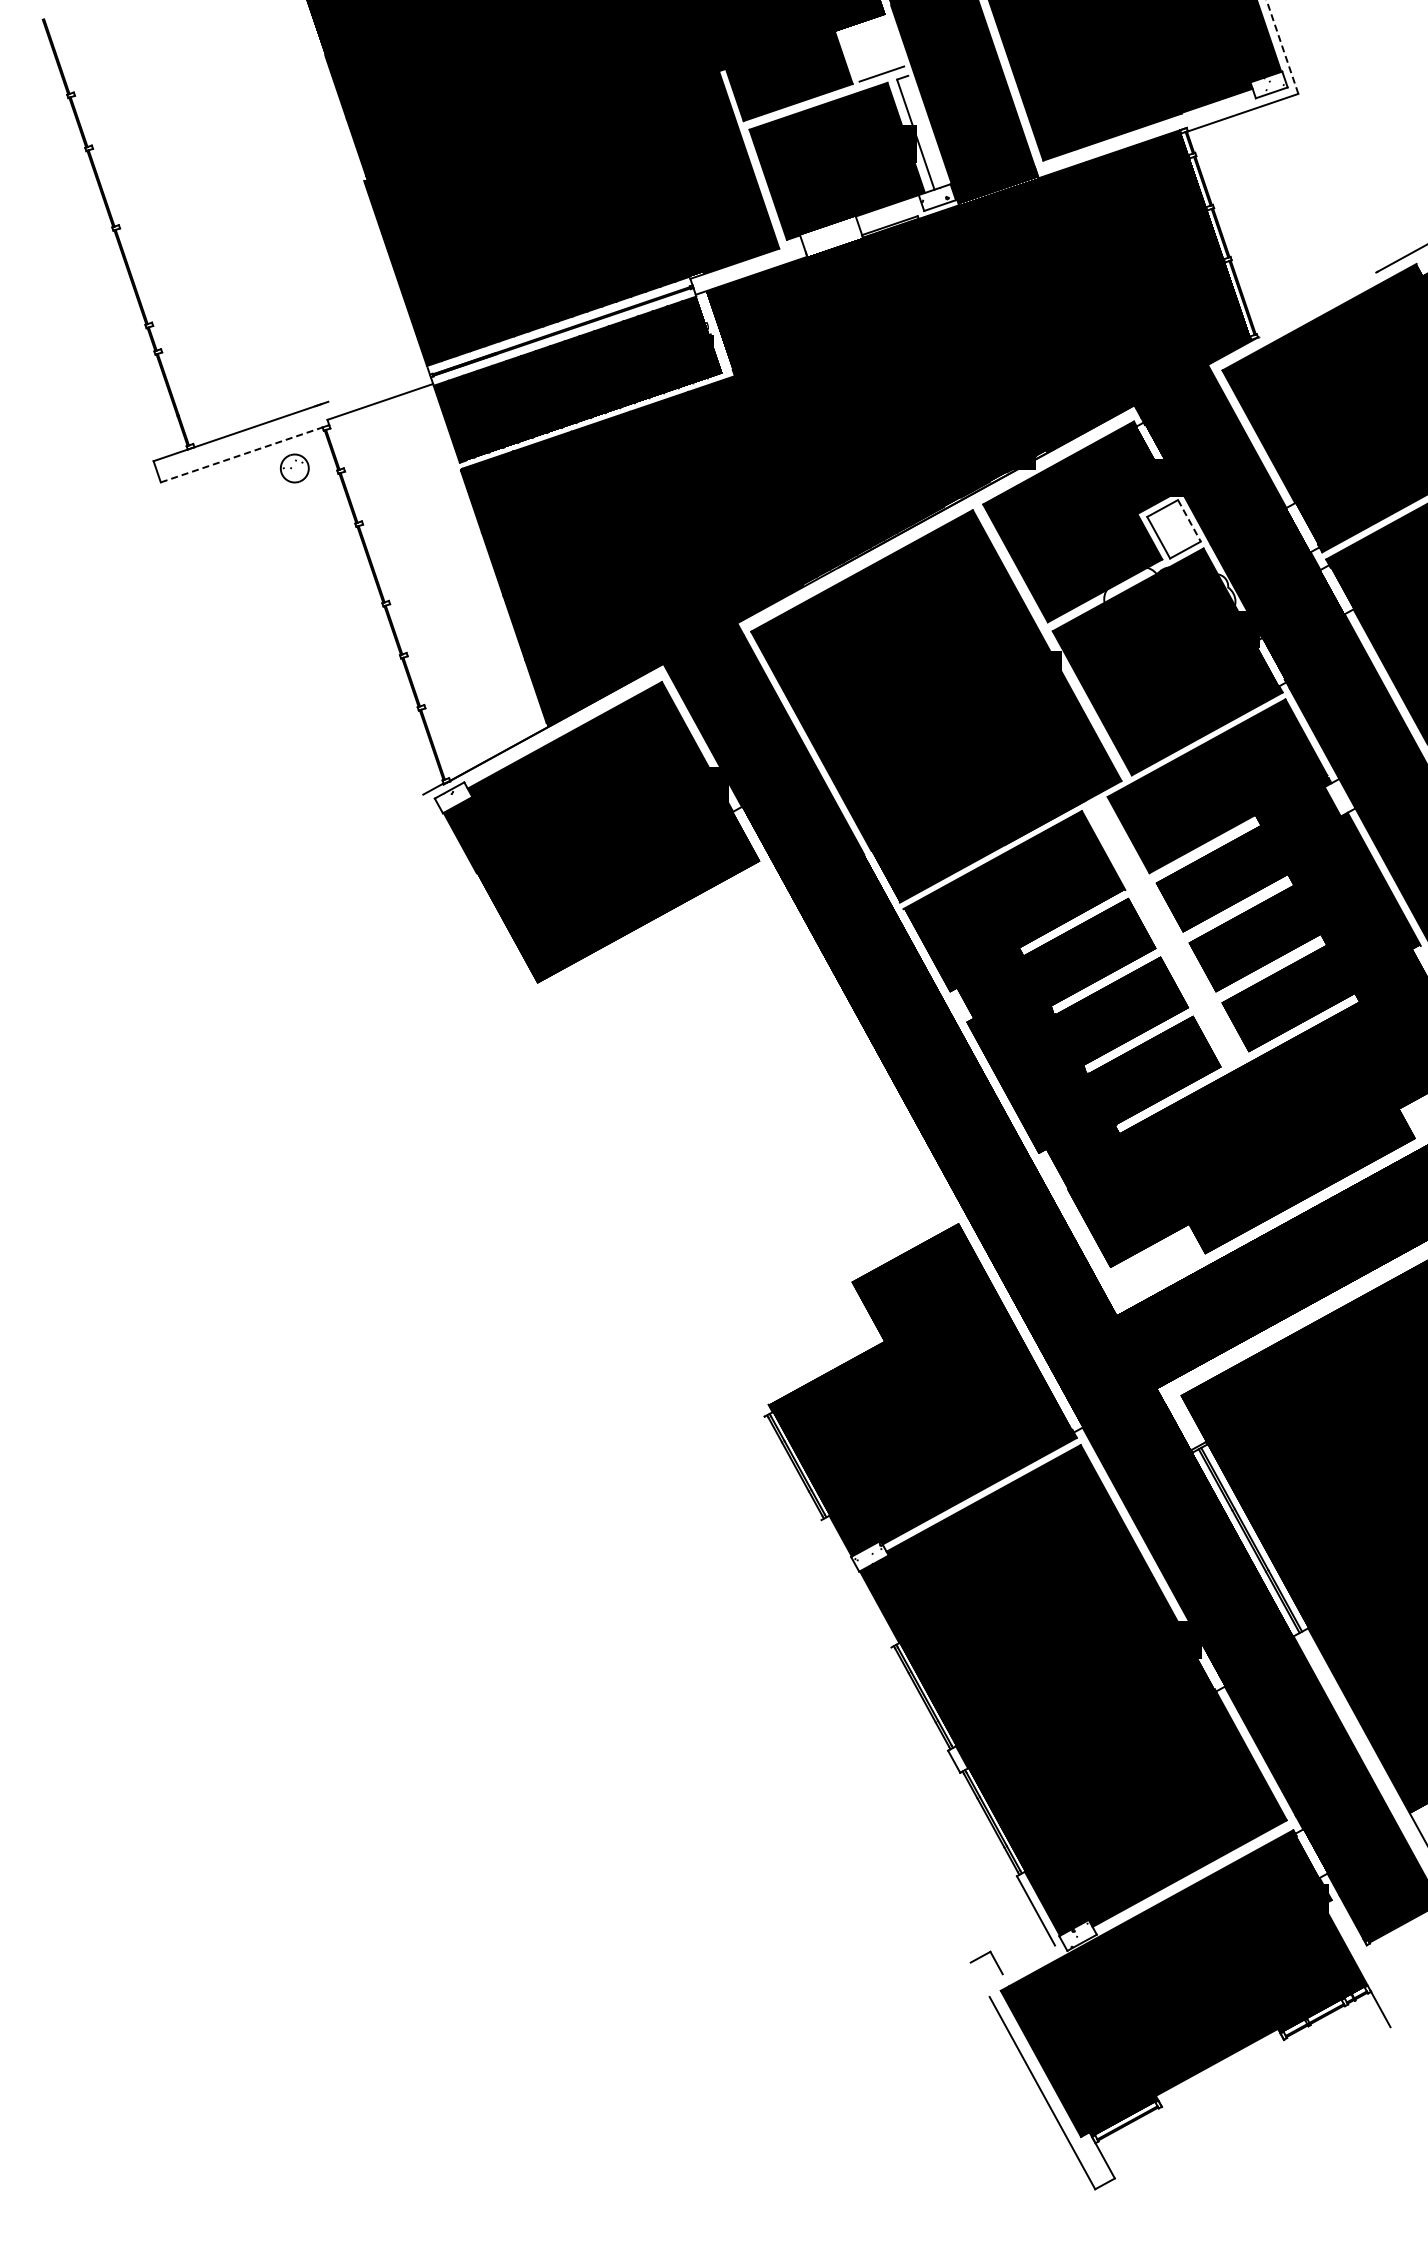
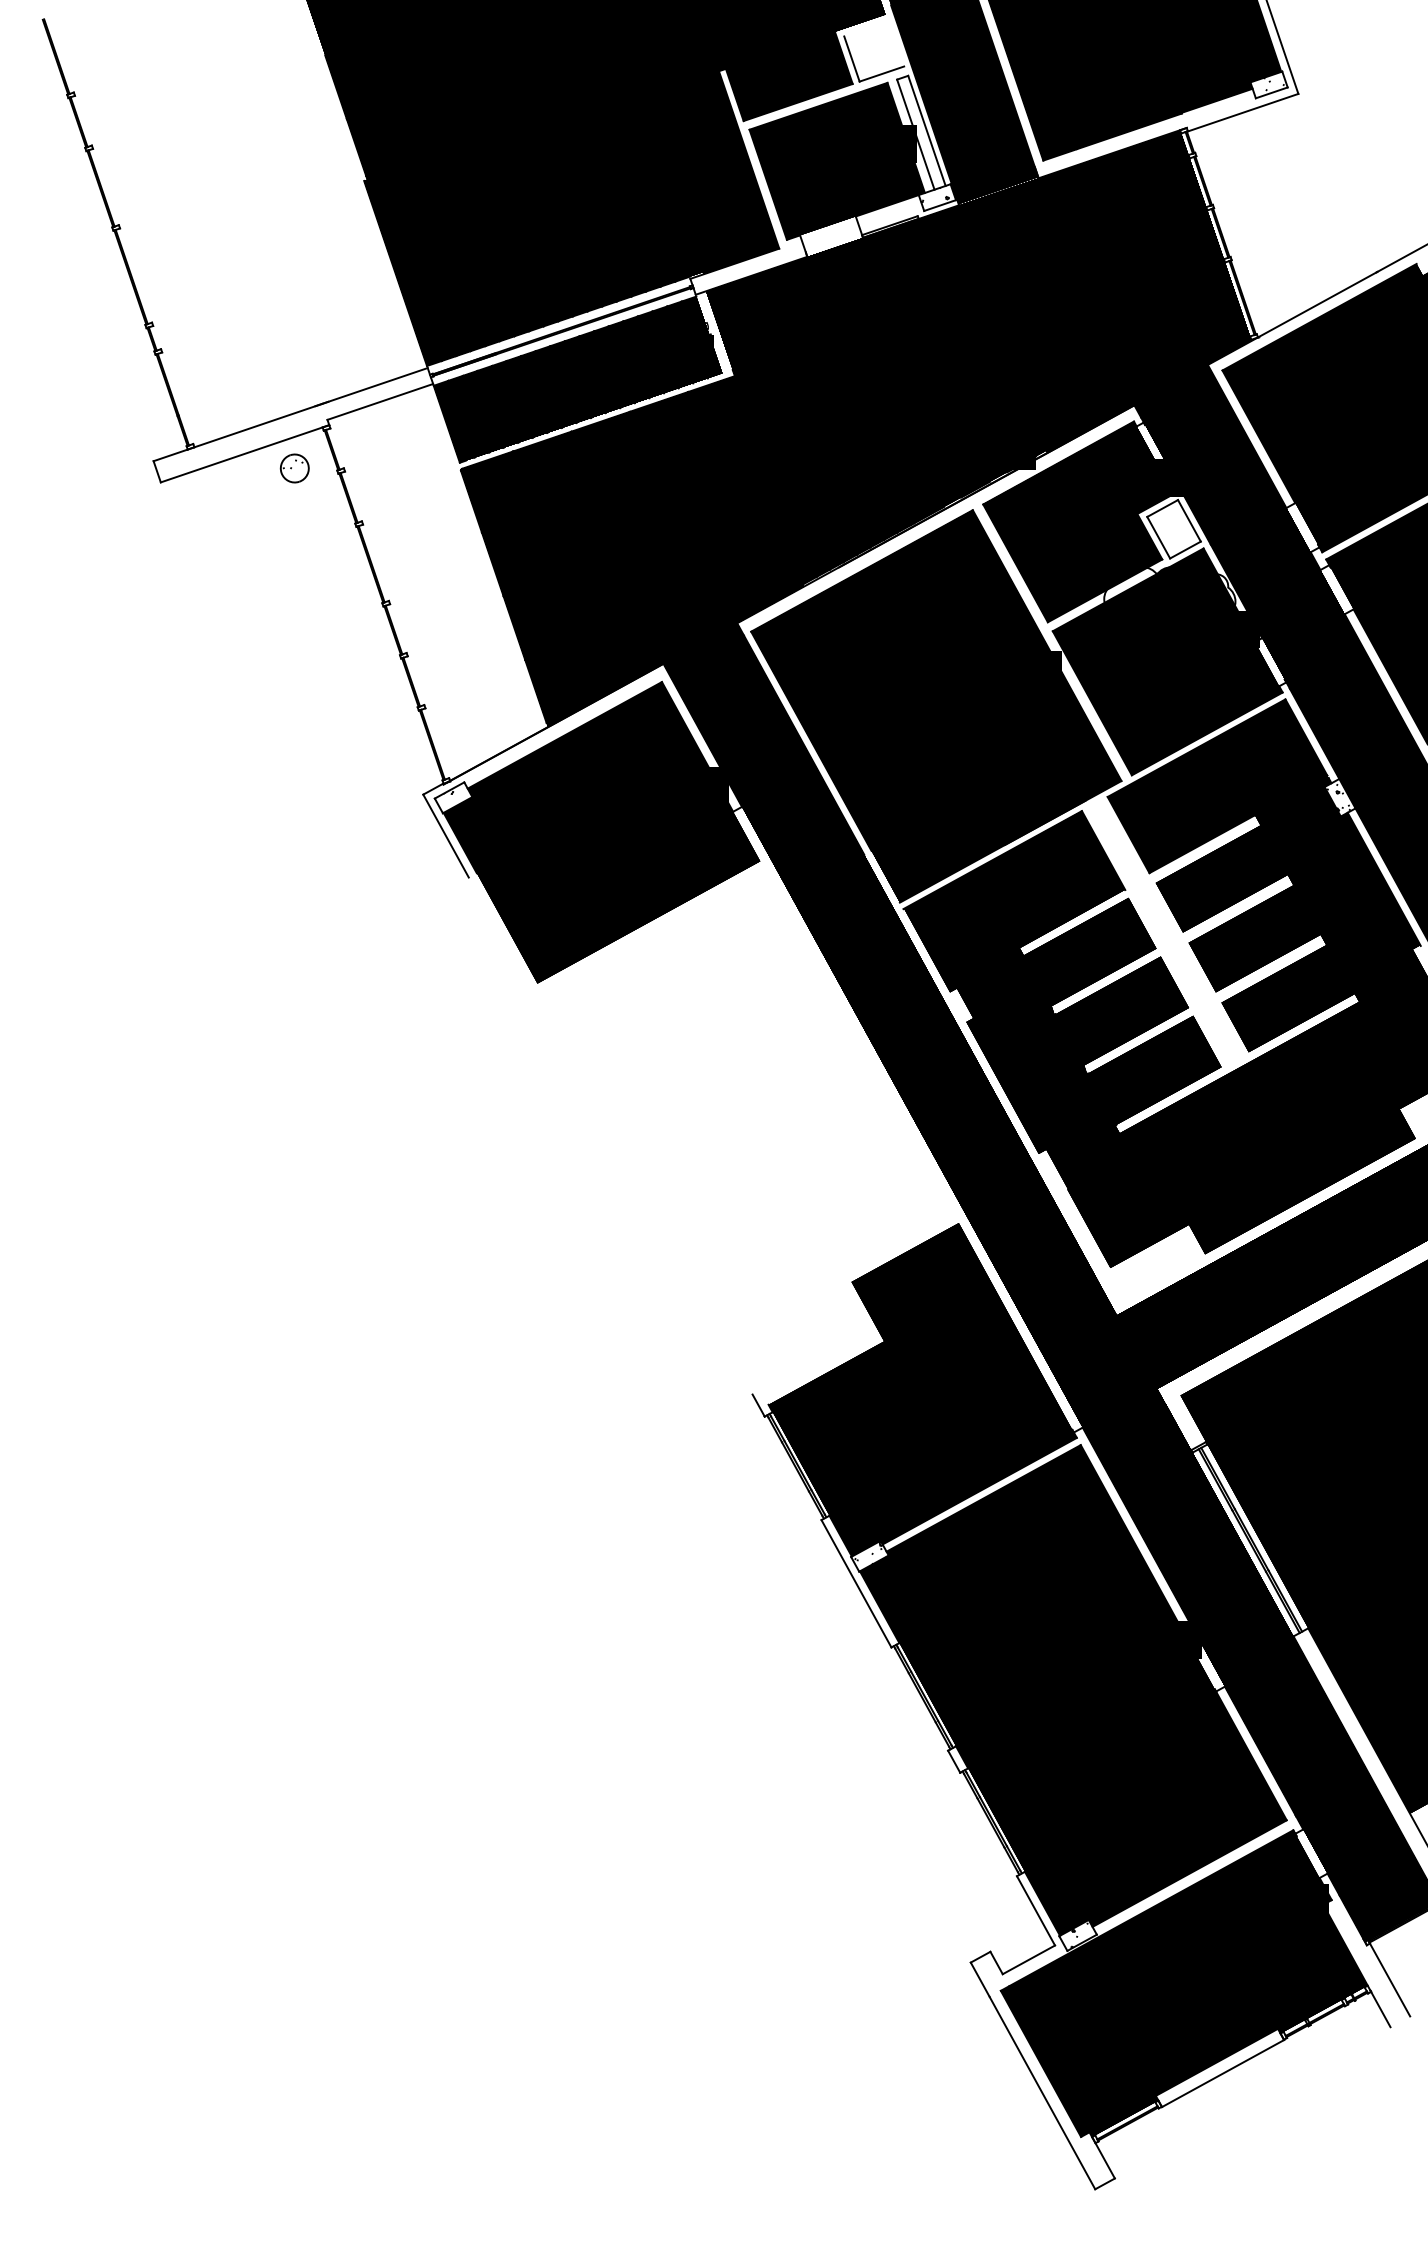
line at (1282, 46): dashed -> solid
line at (851, 58): none -> present
line at (926, 130): none -> present
line at (1317, 304): none -> present
line at (374, 385): none -> present
line at (245, 453): dashed -> solid
line at (1189, 520): dashed -> solid
hatch at (1338, 797): none -> present
line at (445, 835): none -> present
line at (758, 1405): none -> present
line at (856, 1583): none -> present
line at (1028, 1959): none -> present
line at (979, 1979): none -> present
line at (1389, 1979): none -> present
line at (1222, 2073): none -> present
